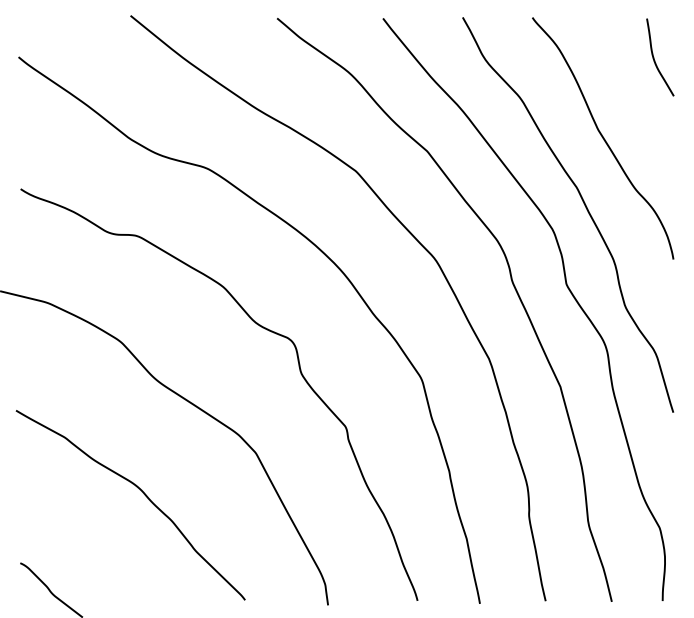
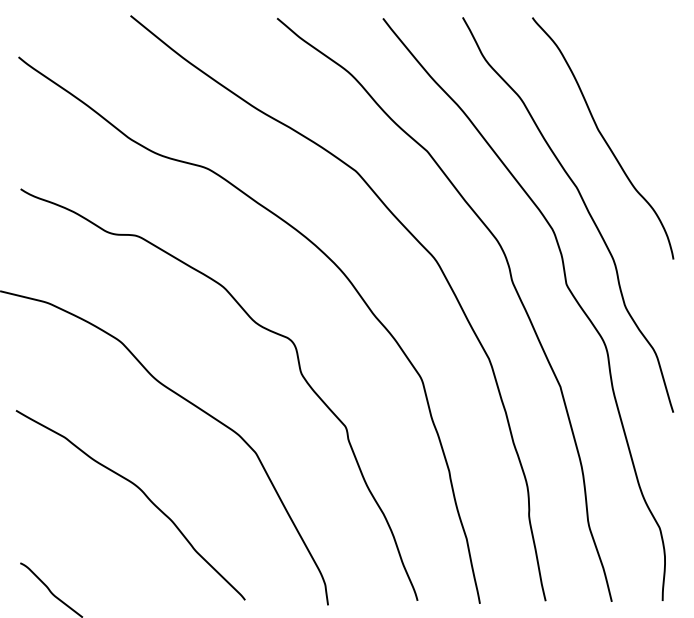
curve at (655, 60): present -> none
